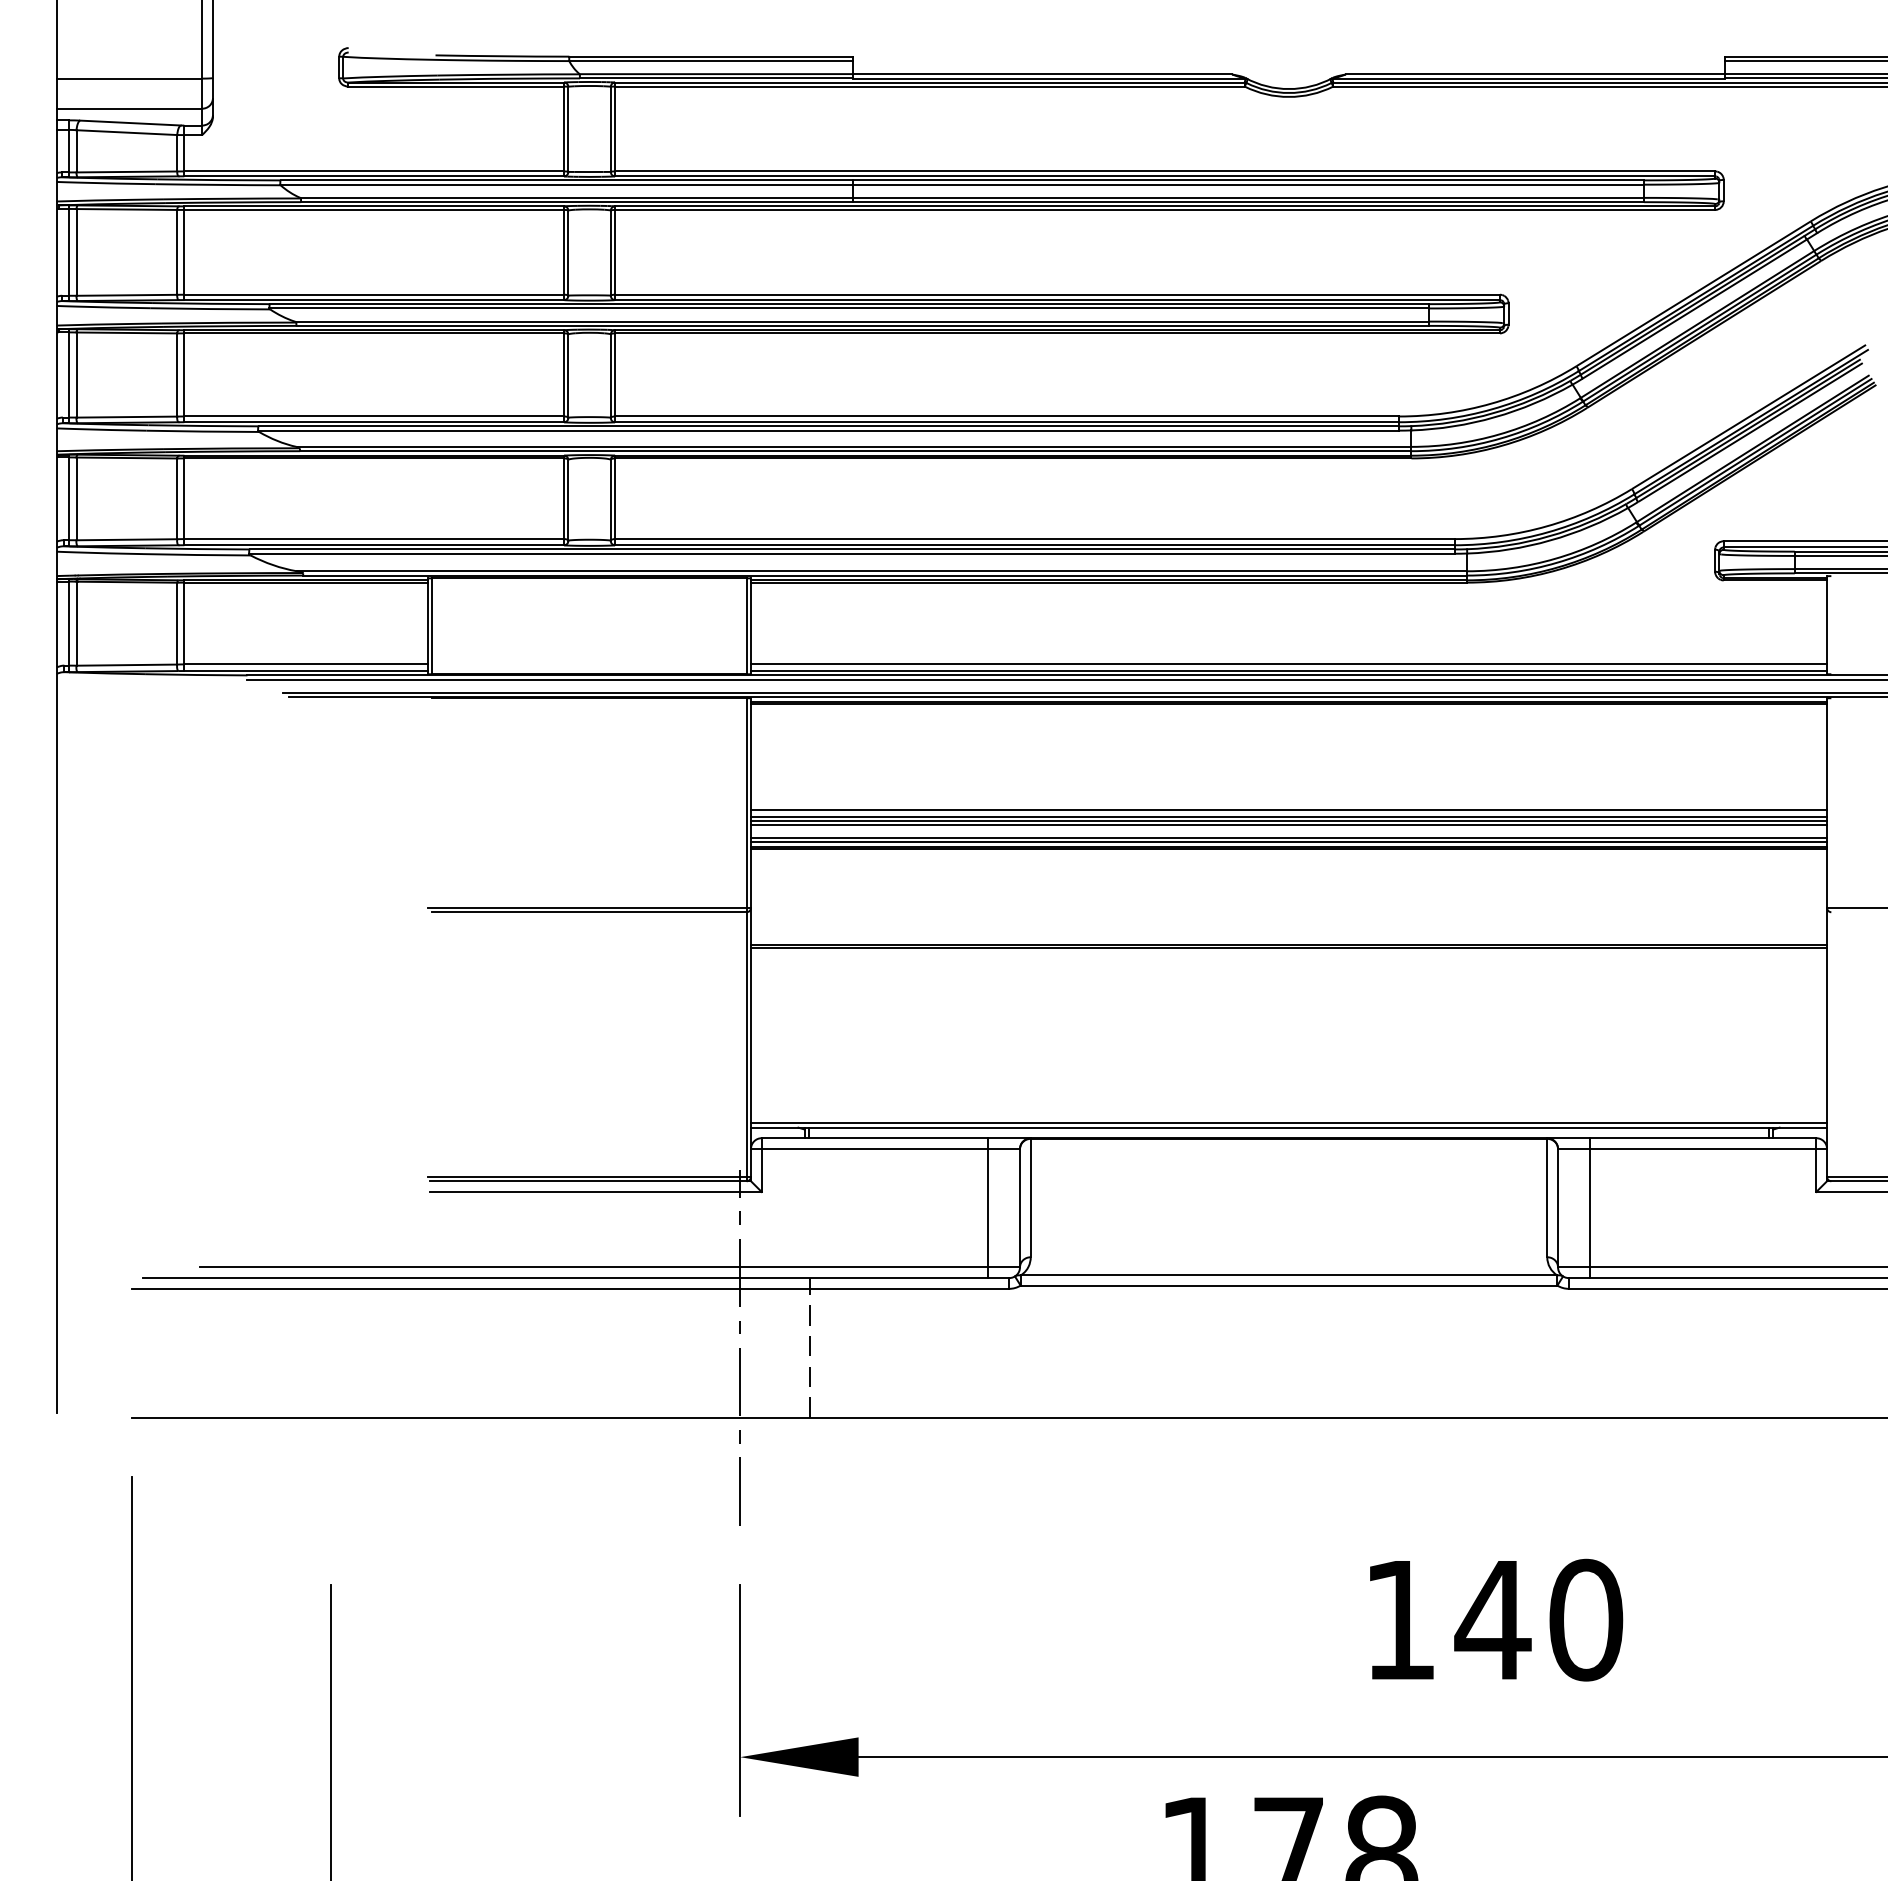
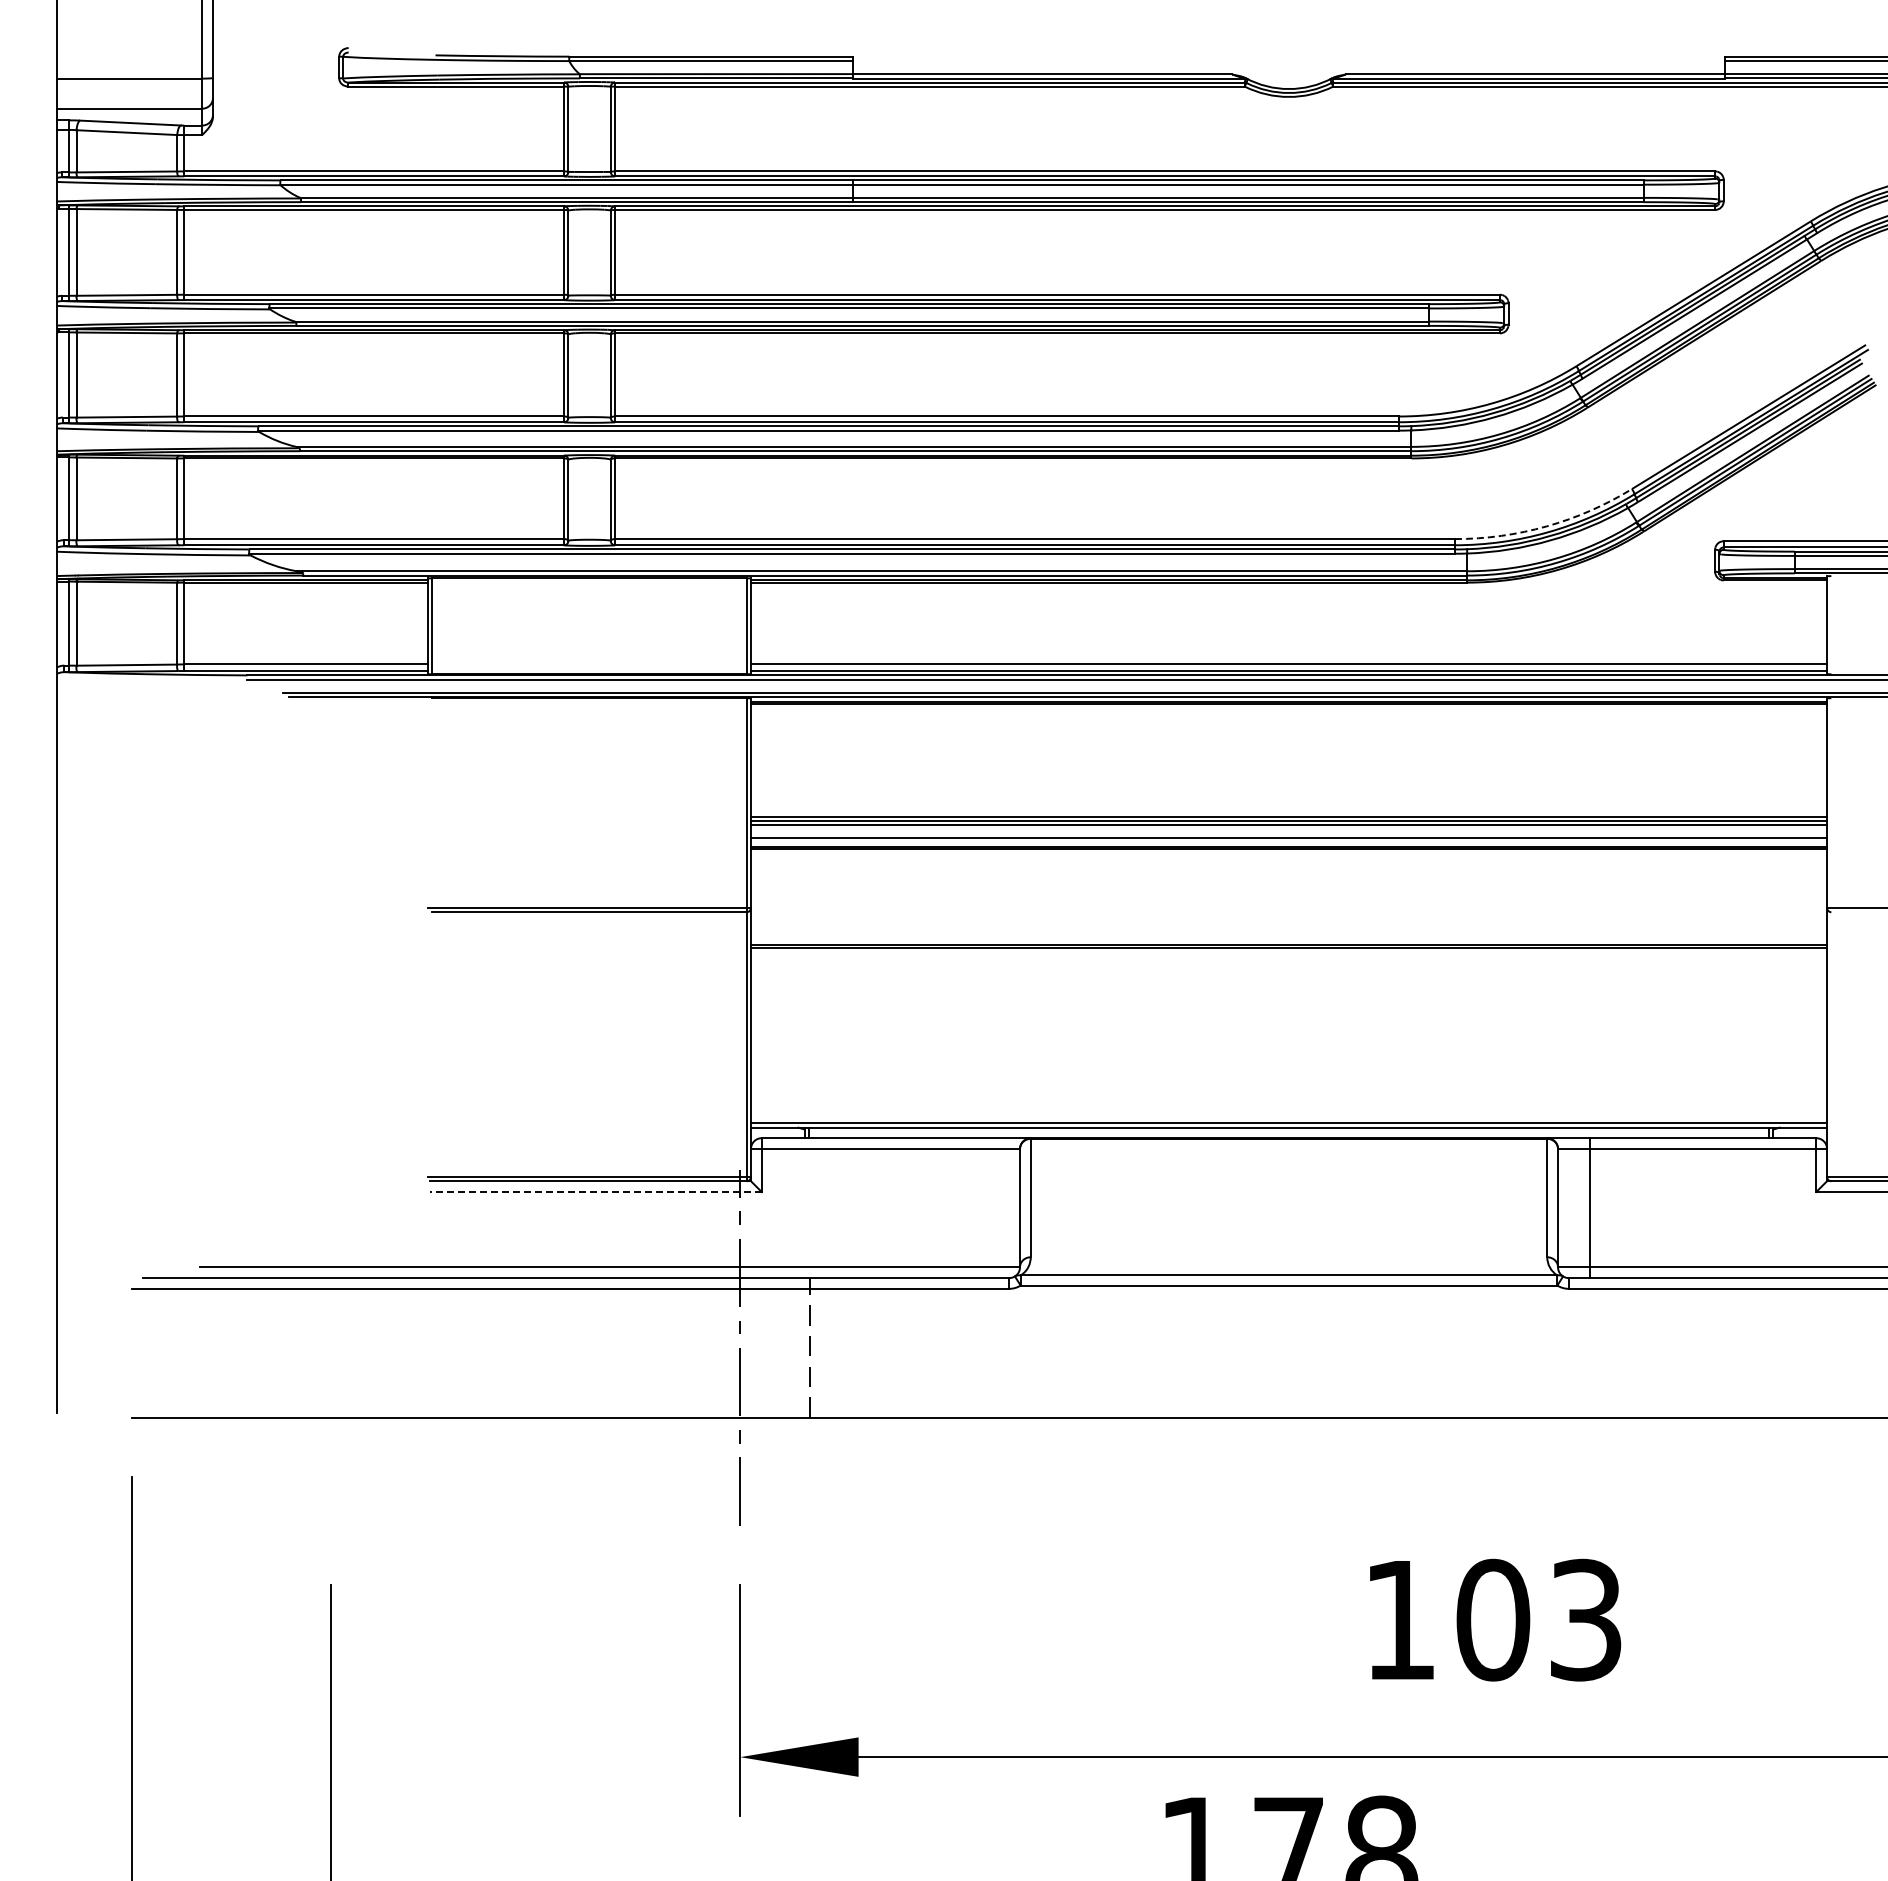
arc at (1546, 526): solid -> dashed
line at (1289, 809): present -> none
line at (1289, 842): present -> none
line at (595, 1192): solid -> dashed
line at (987, 1208): present -> none
text at (1538, 1619): 140 -> 103
